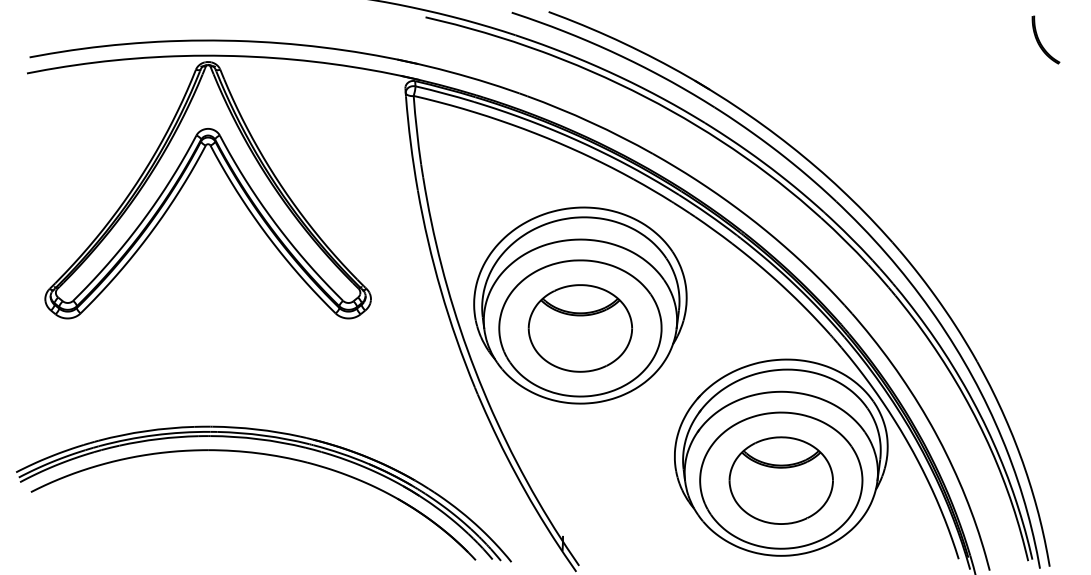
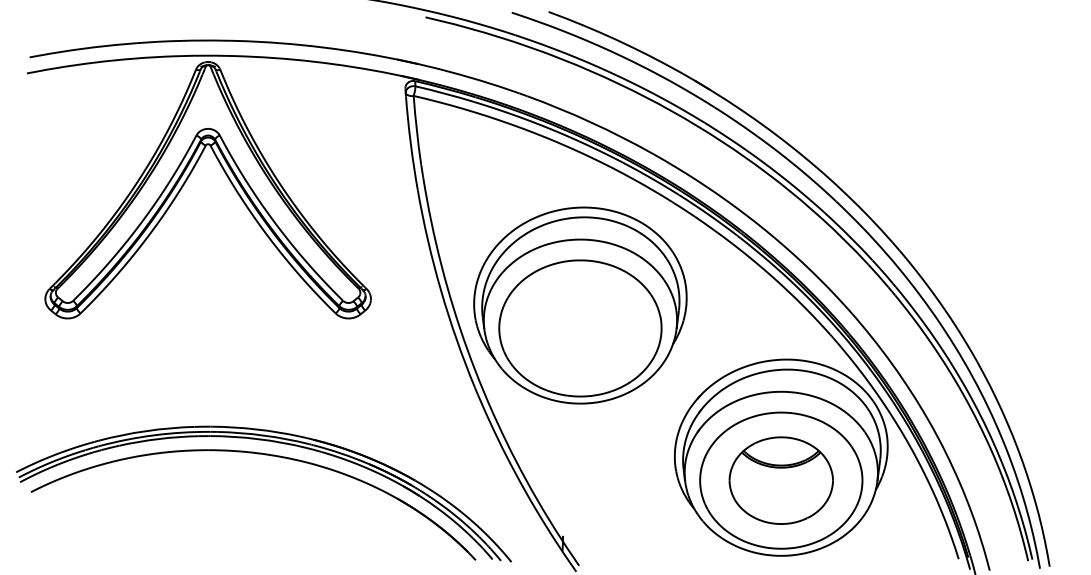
part at (1045, 39): present -> none
part at (579, 328): present -> none
